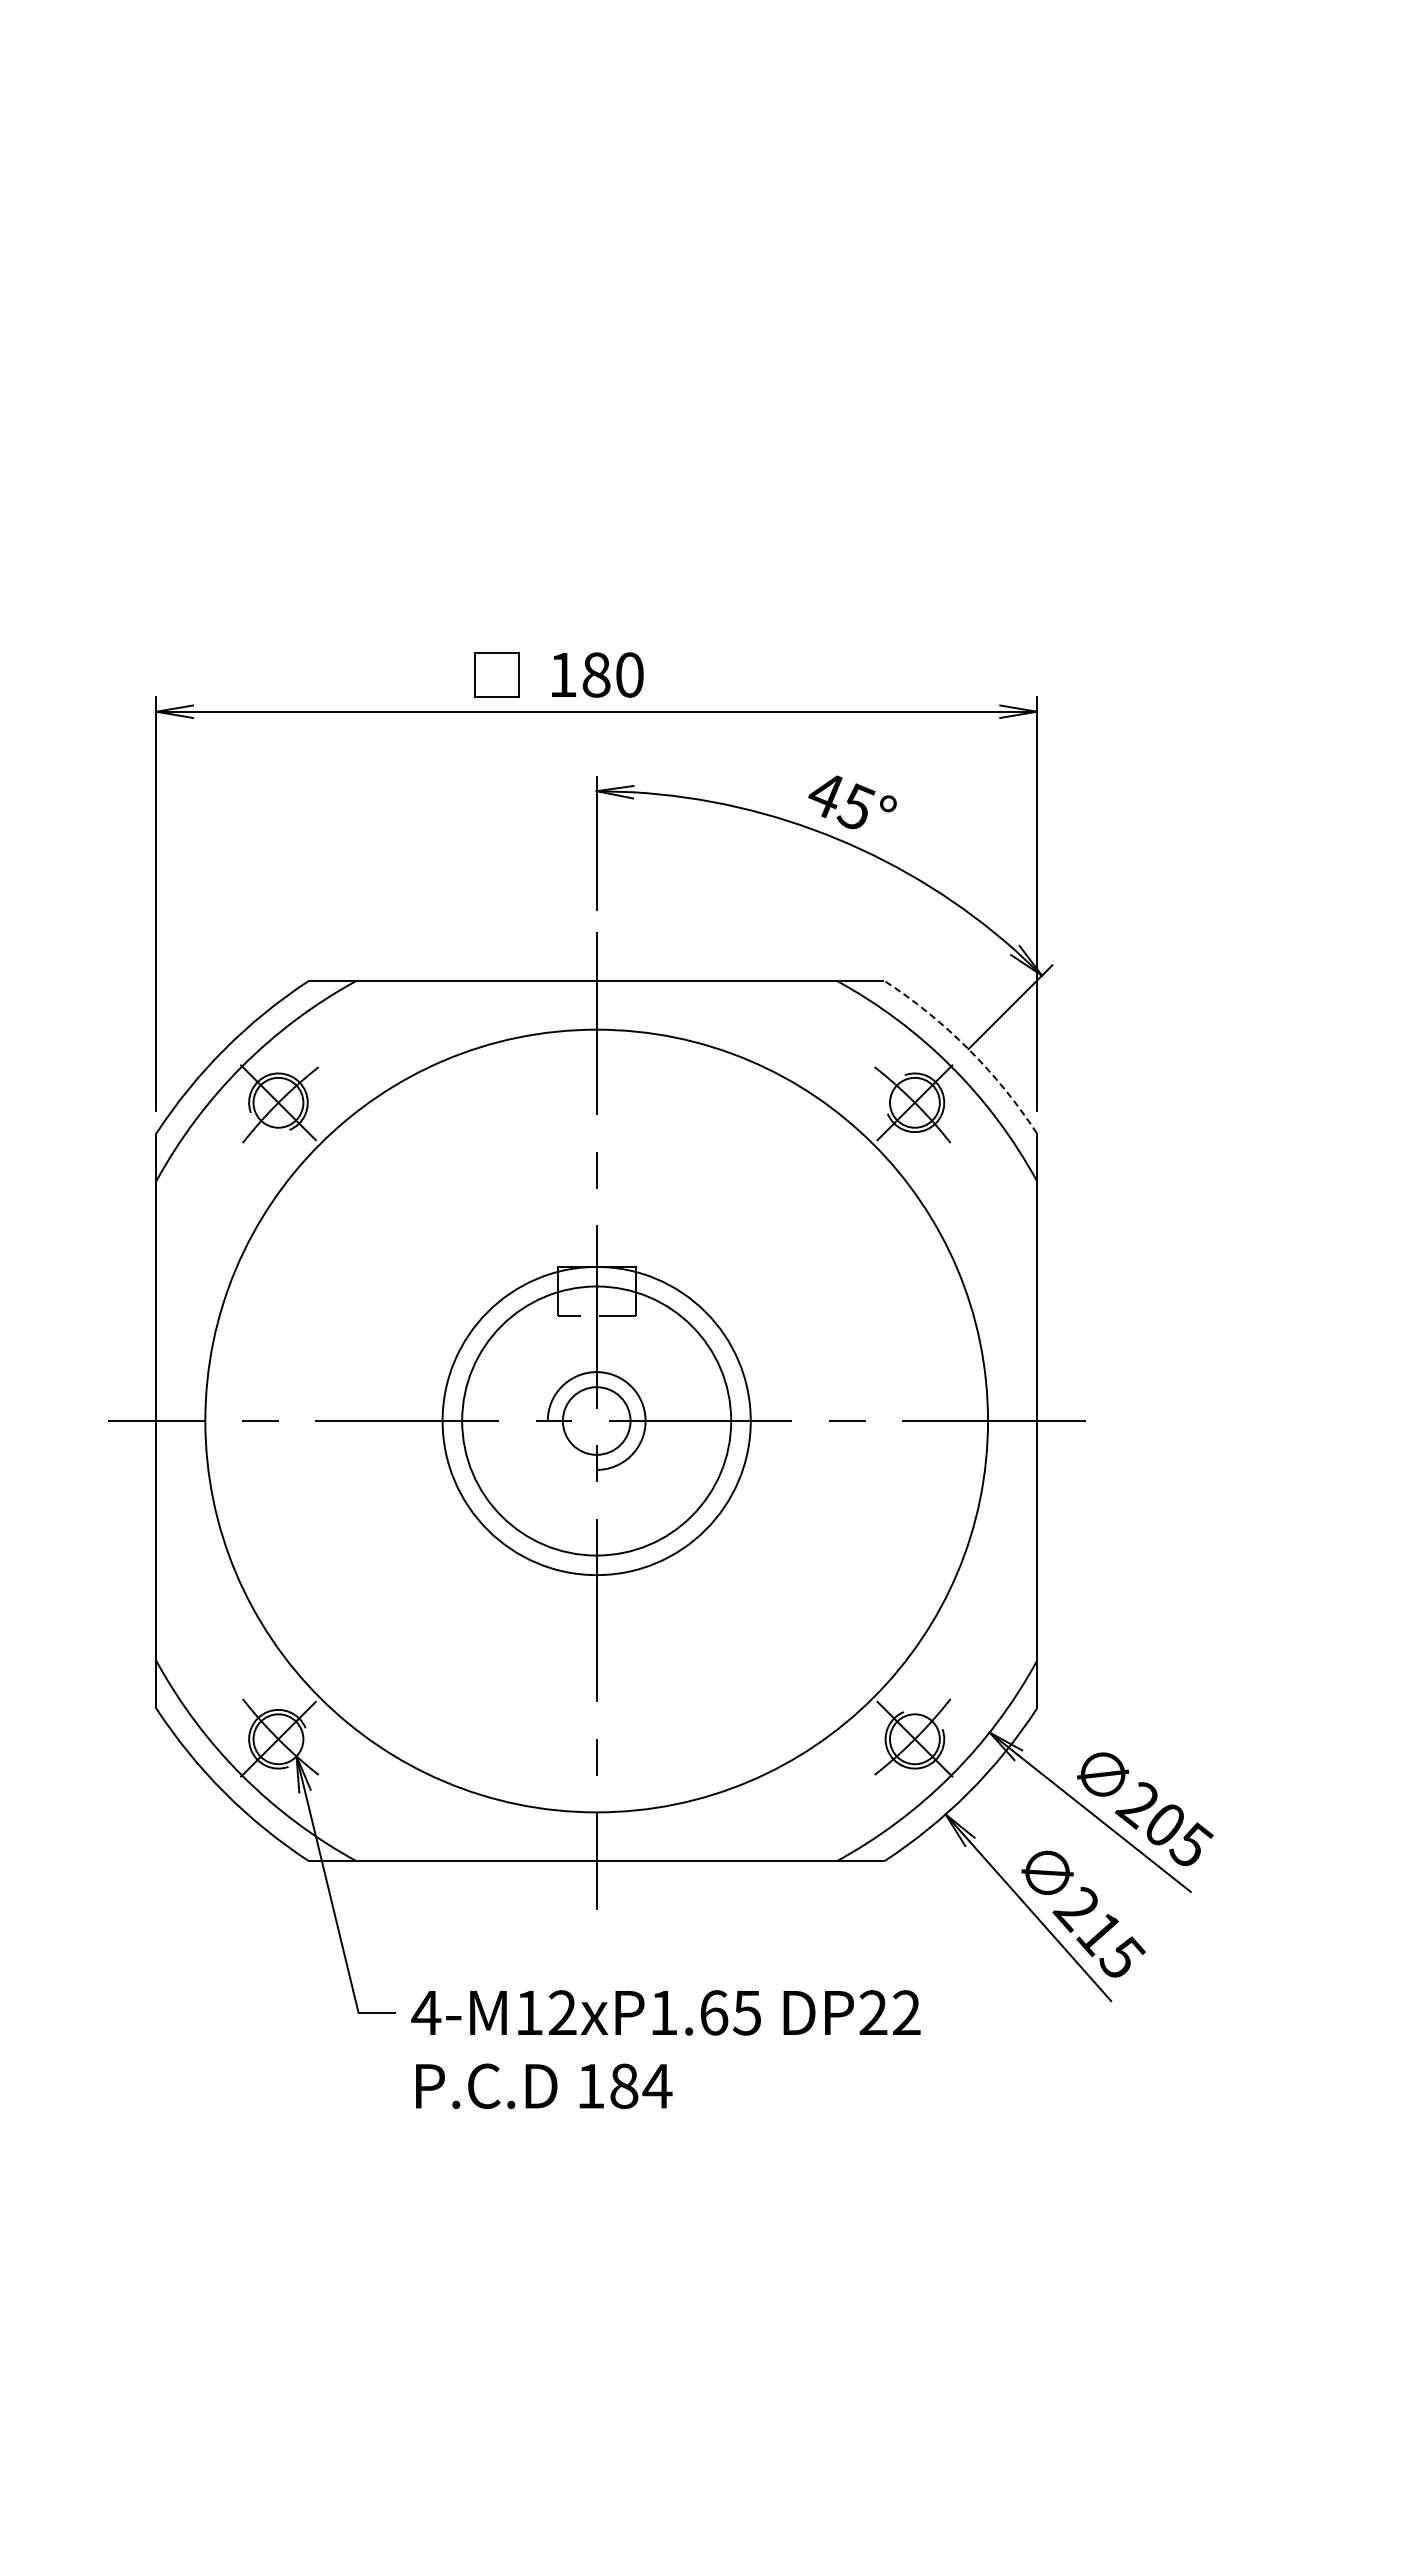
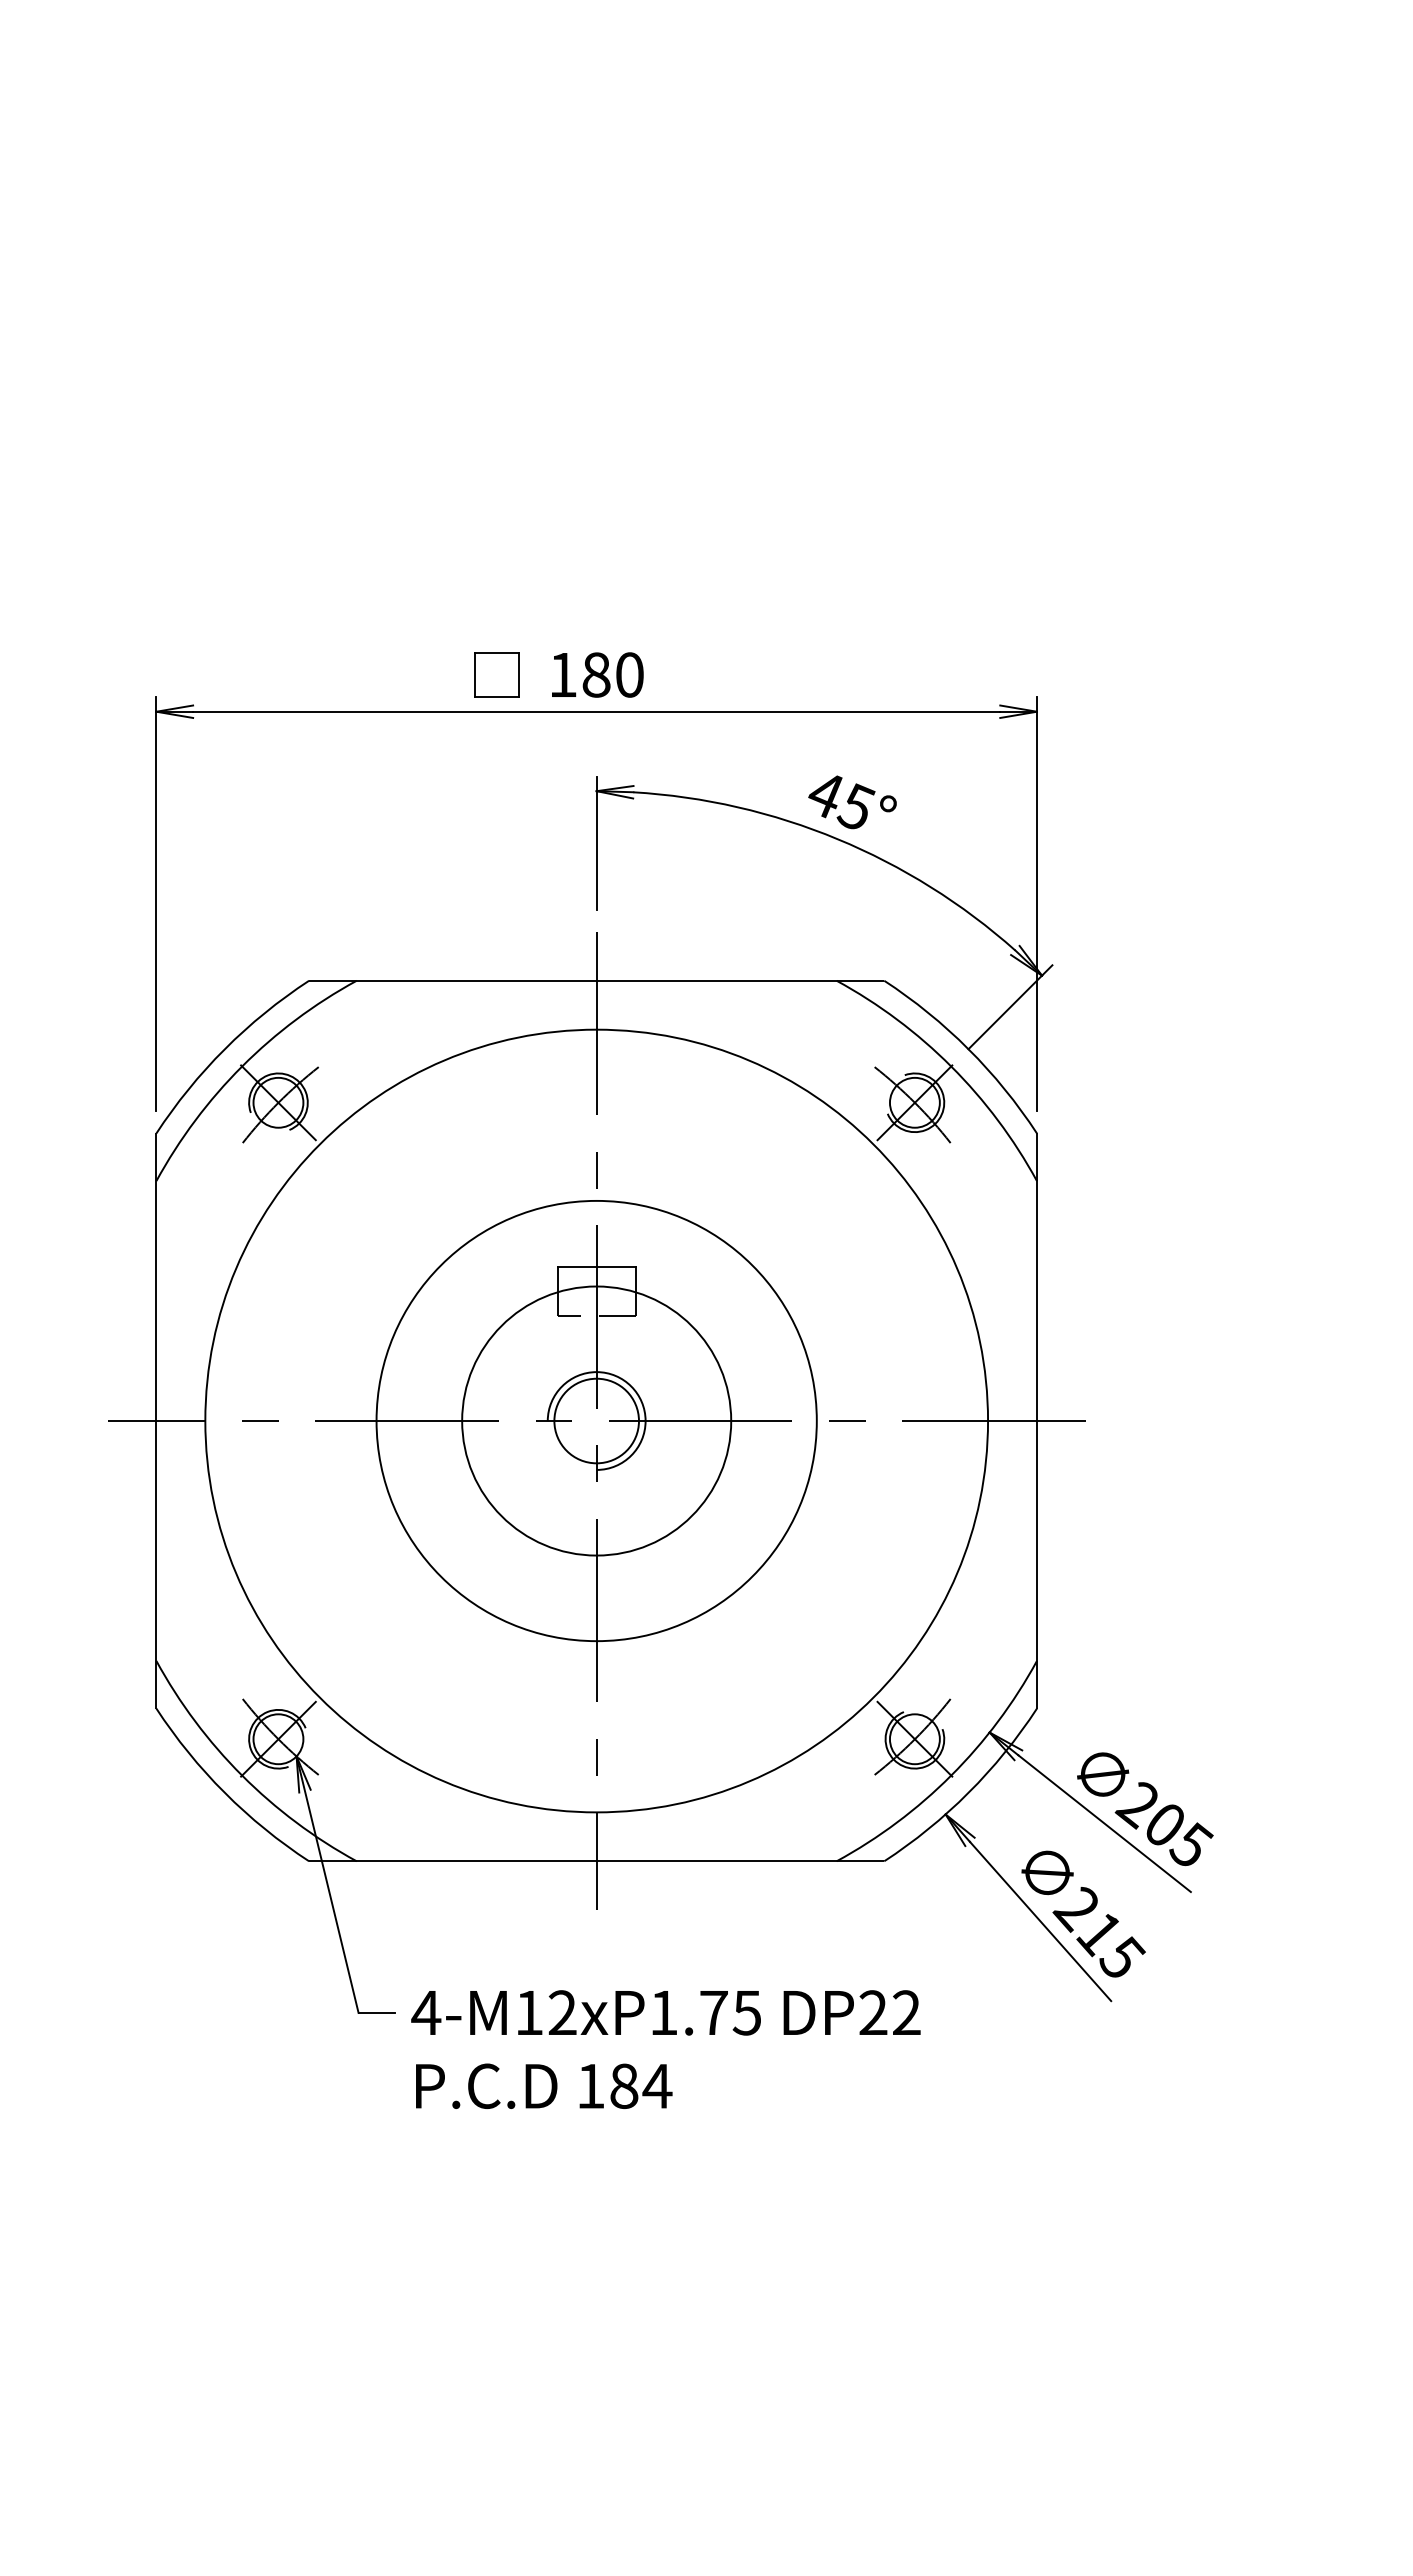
arc at (968, 1049): dashed -> solid
circle at (596, 1420) diameter: 308 px -> 440 px
circle at (596, 1420) diameter: 68 px -> 85 px
text at (714, 2012): 4-M12xP1.65 -> 4-M12xP1.75
